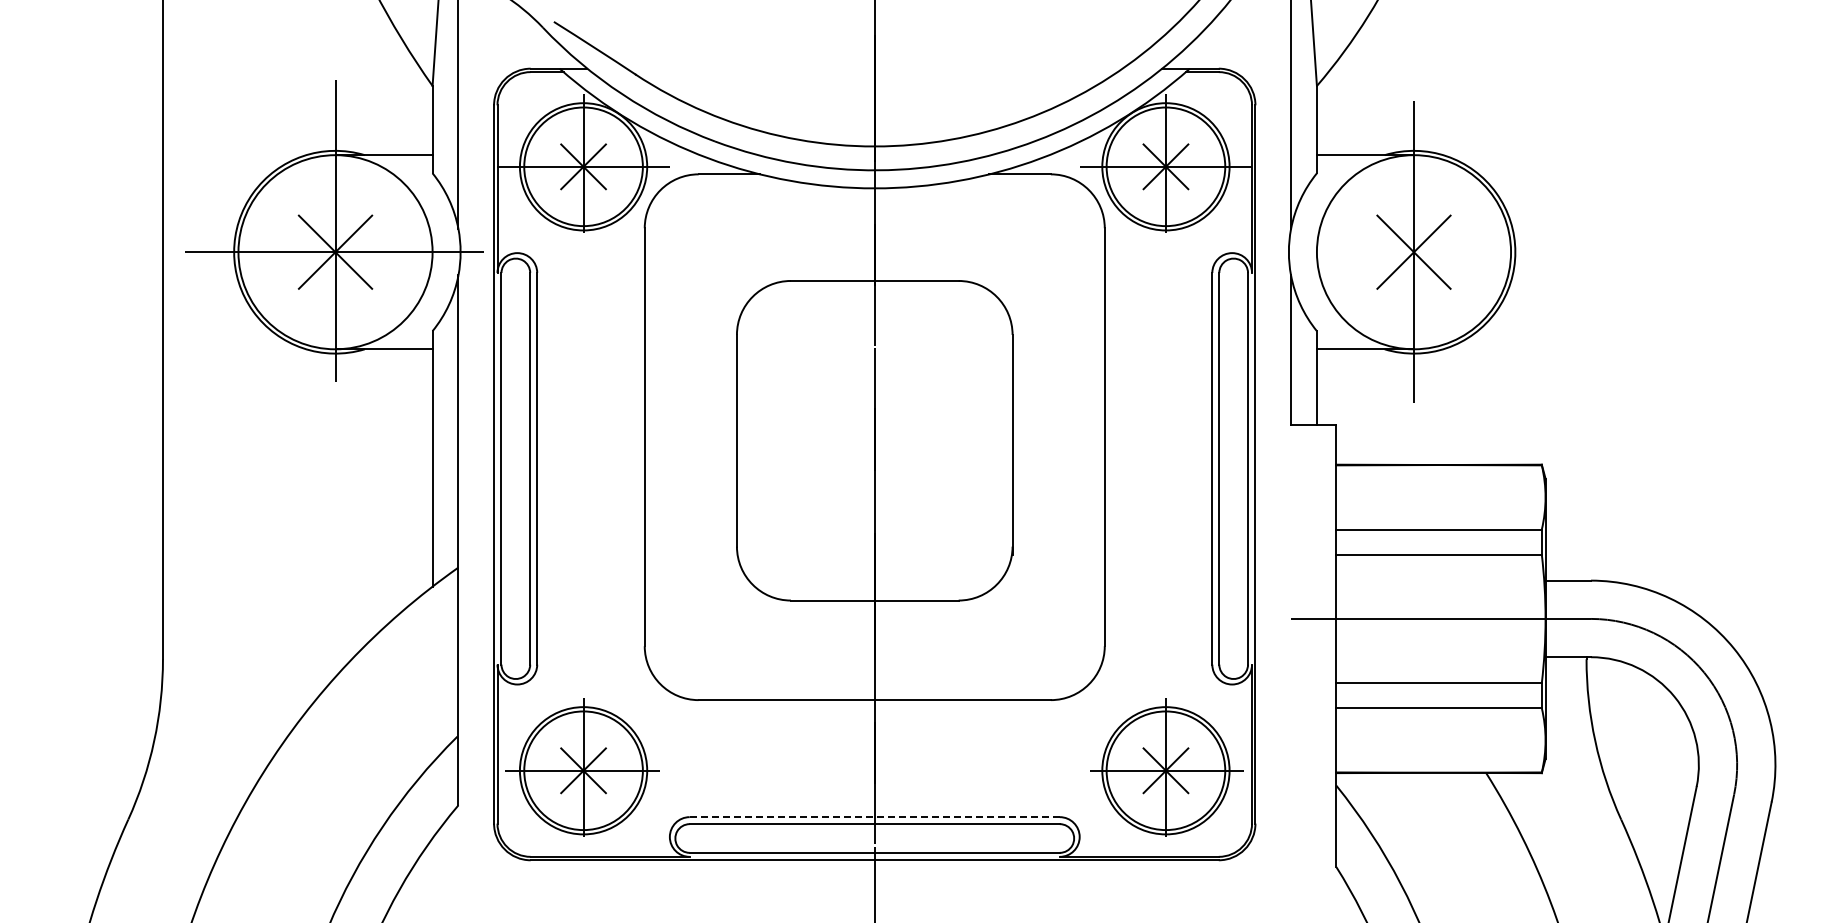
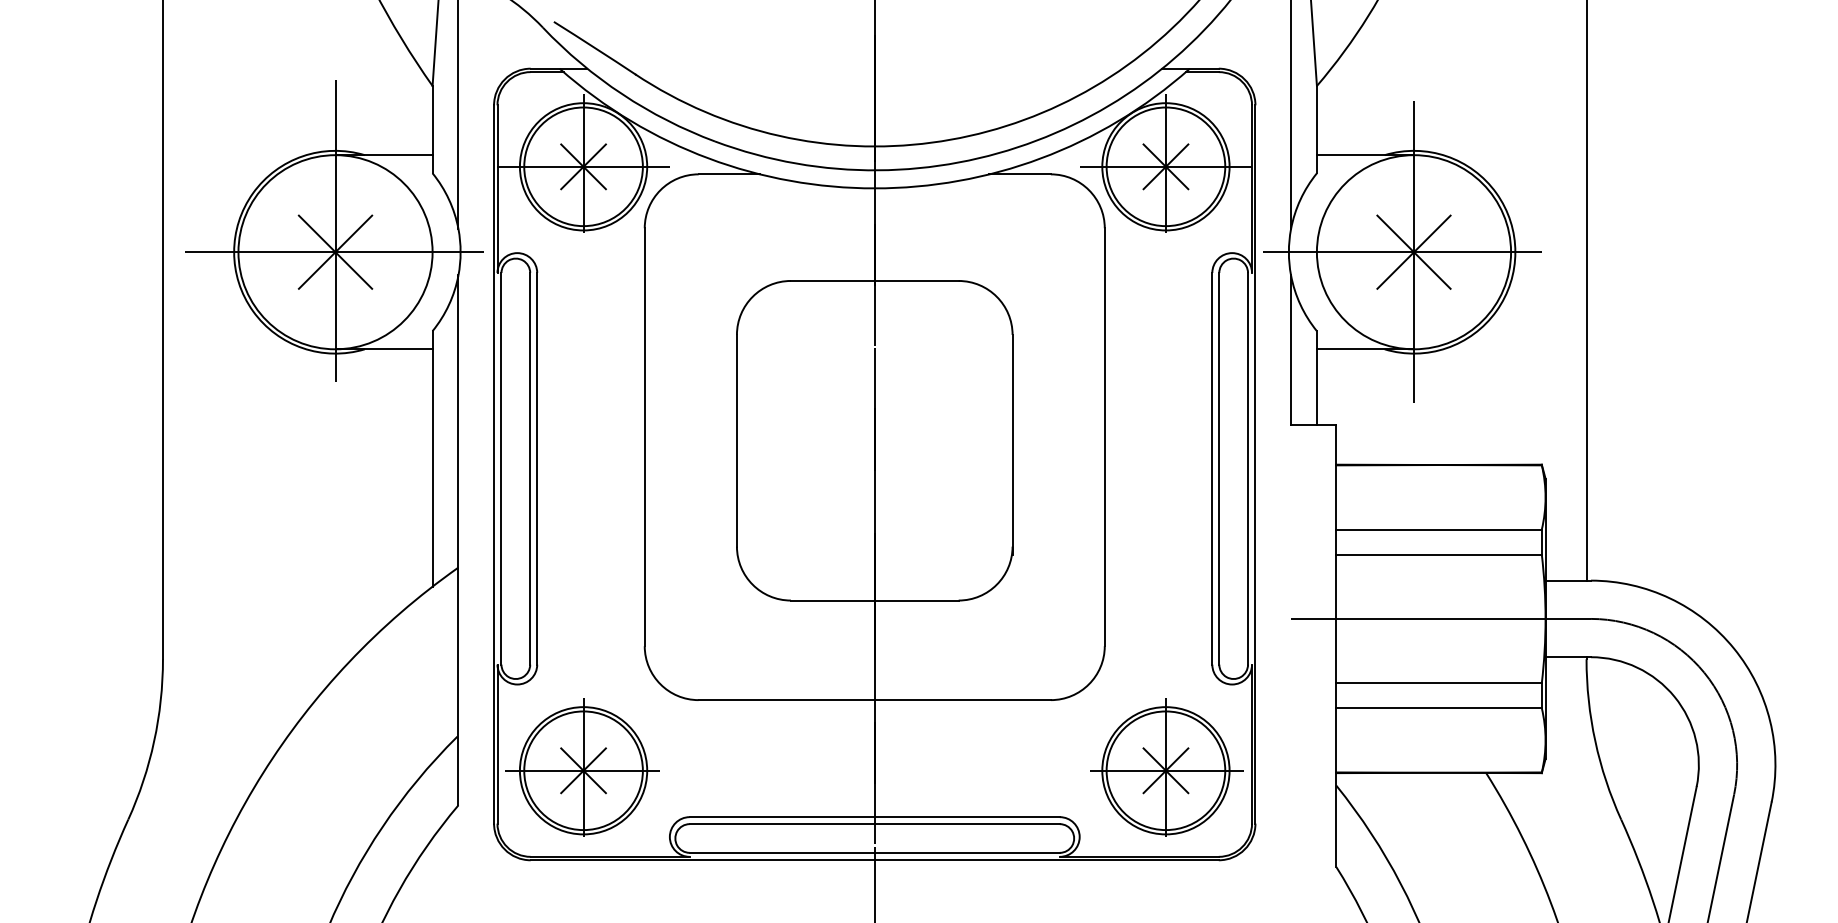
line at (1402, 252): none -> present
line at (1586, 291): none -> present
line at (875, 817): dashed -> solid
